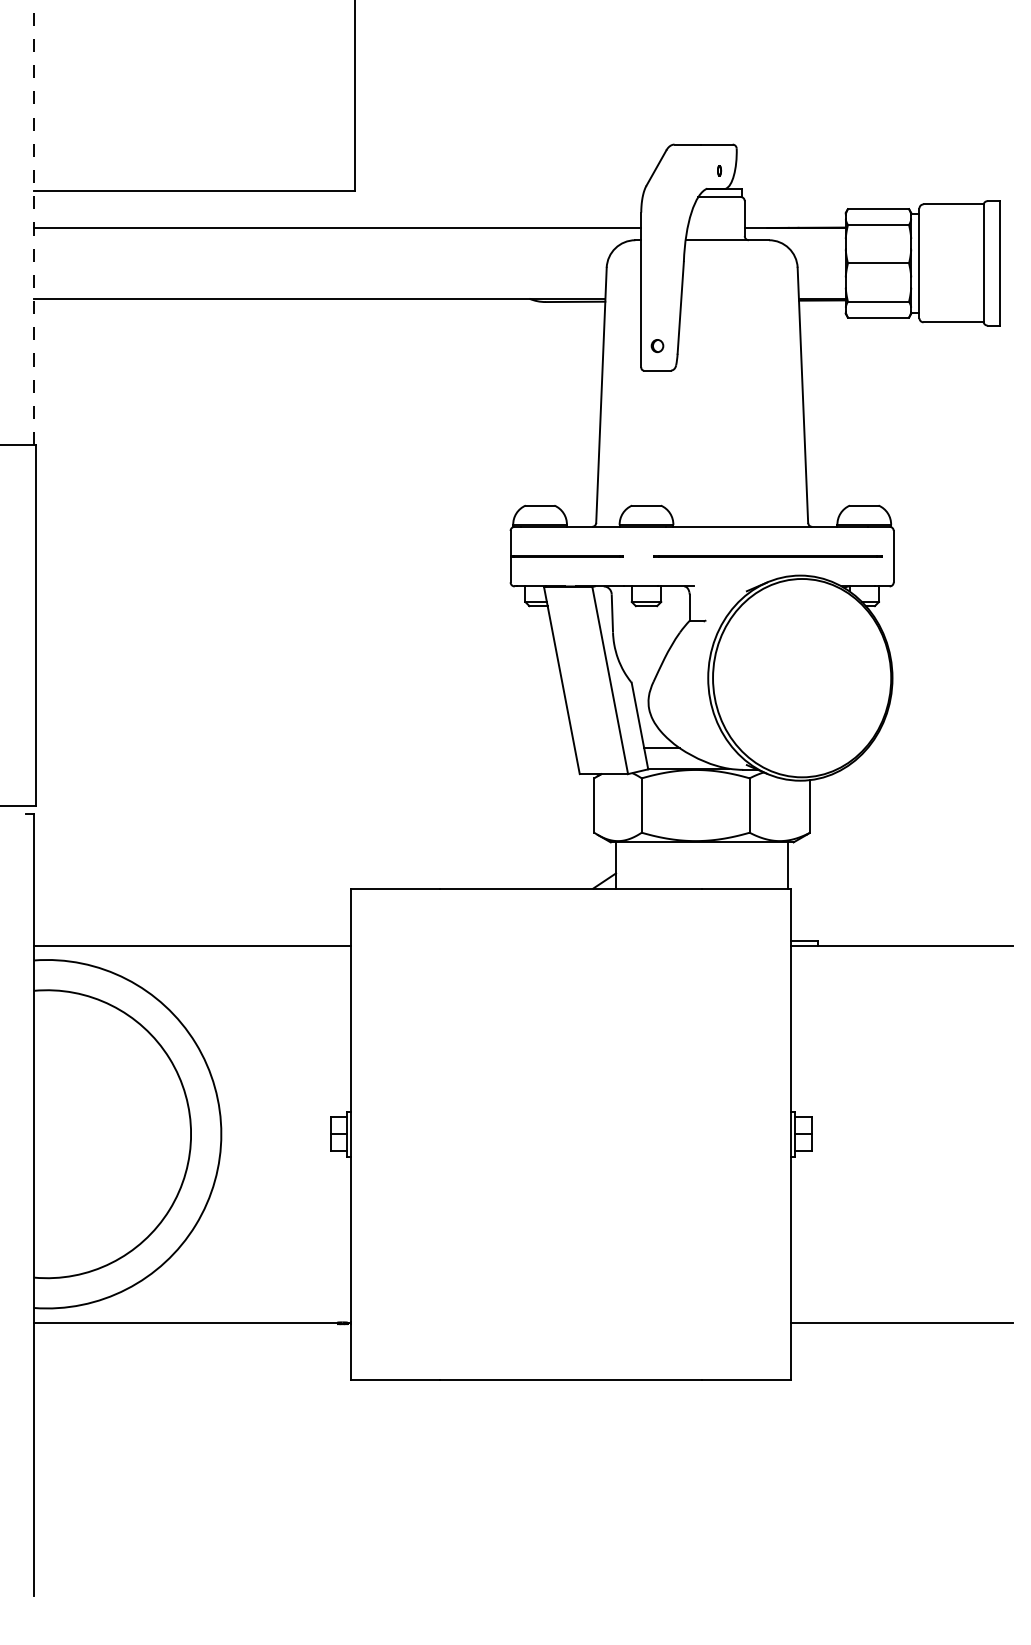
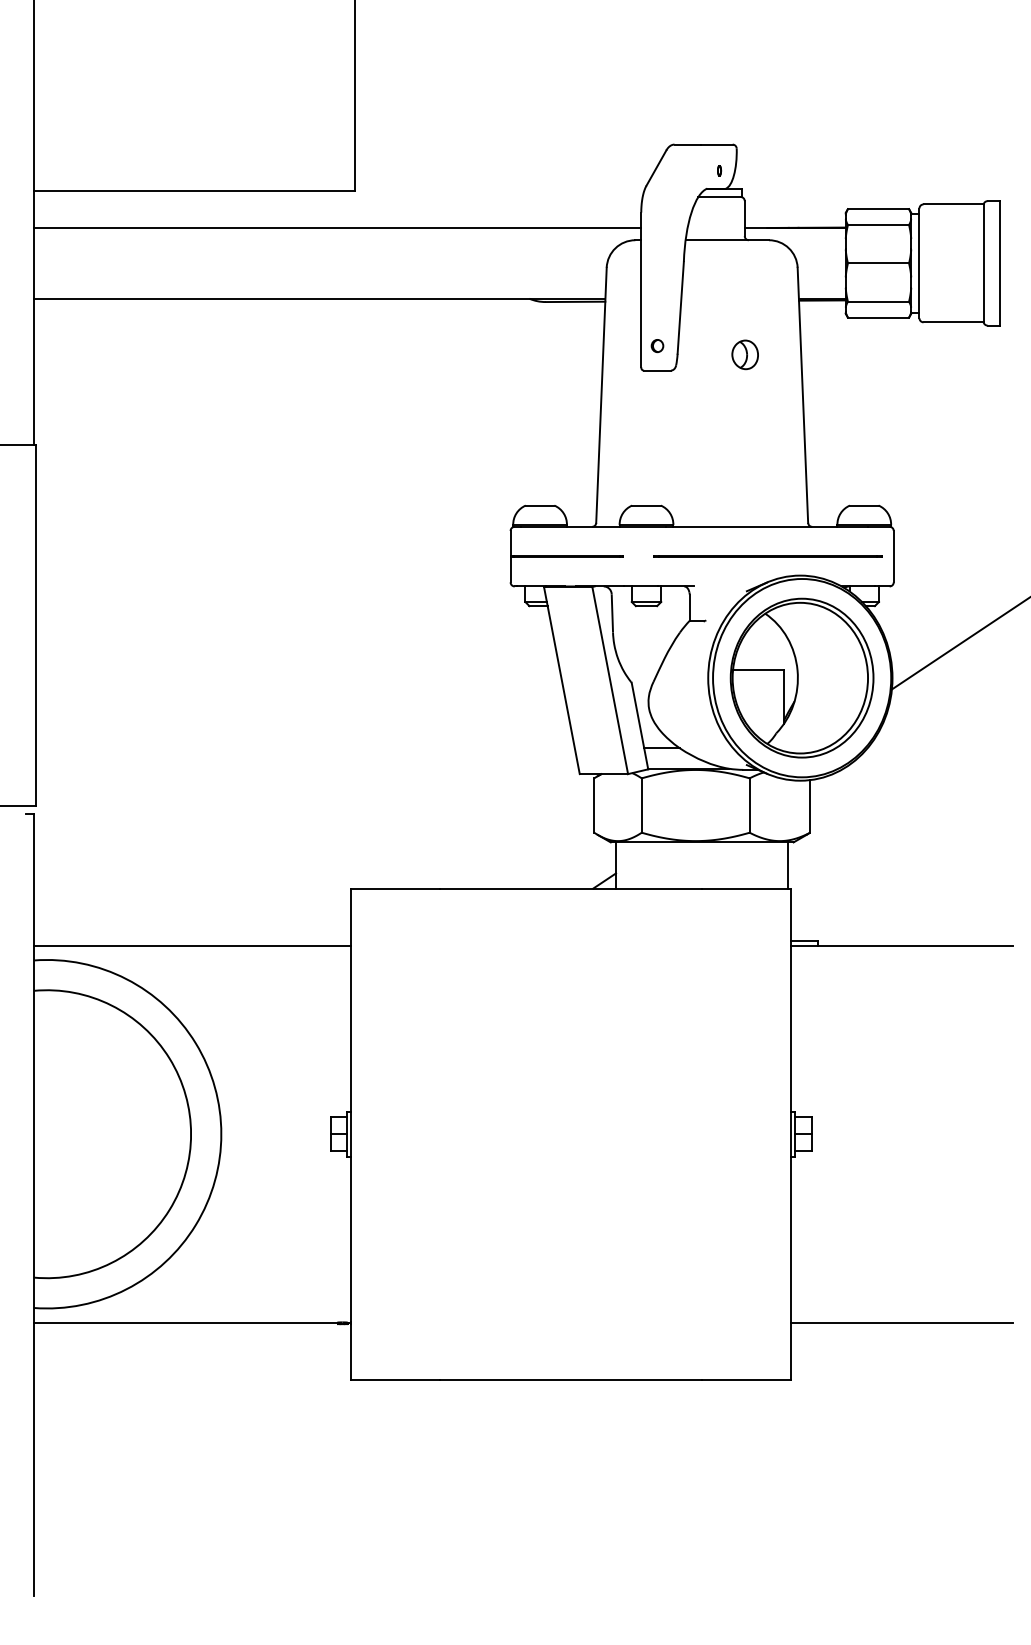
line at (33, 223): dashed -> solid
part at (744, 354): none -> present
line at (959, 644): none -> present
part at (801, 677): none -> present
